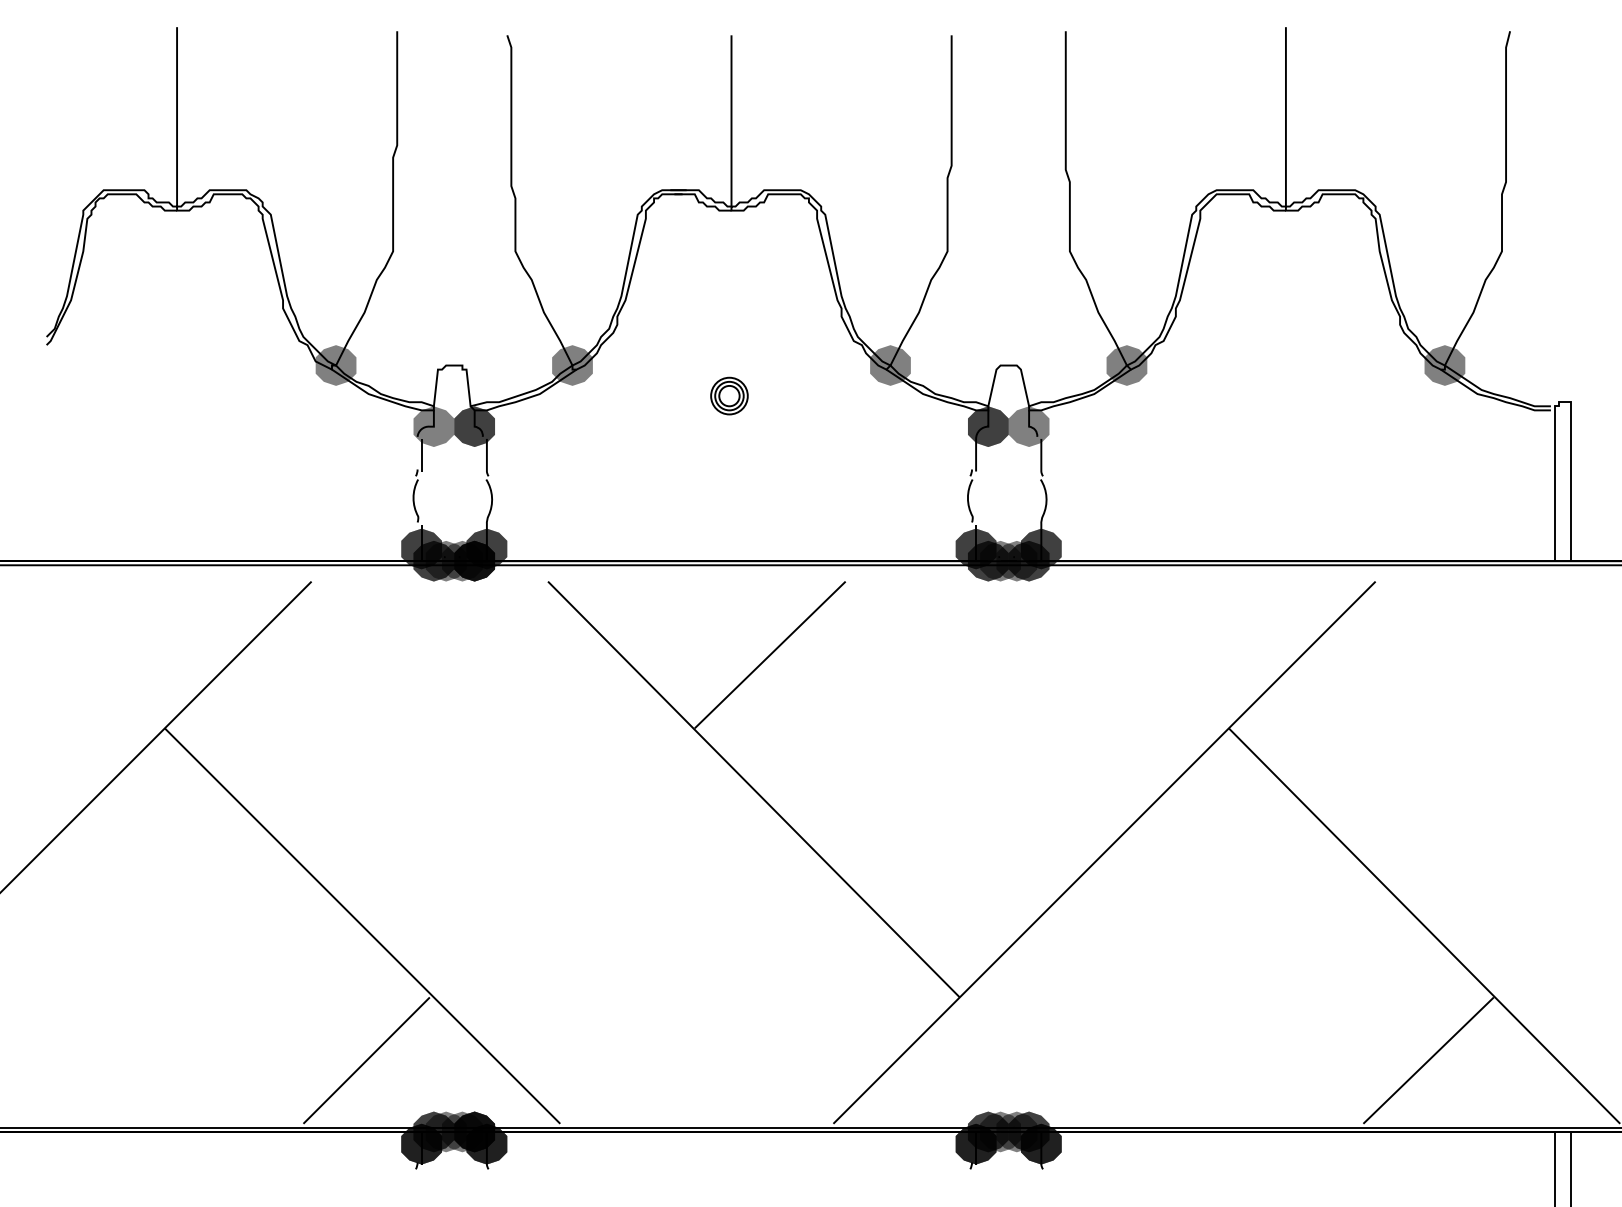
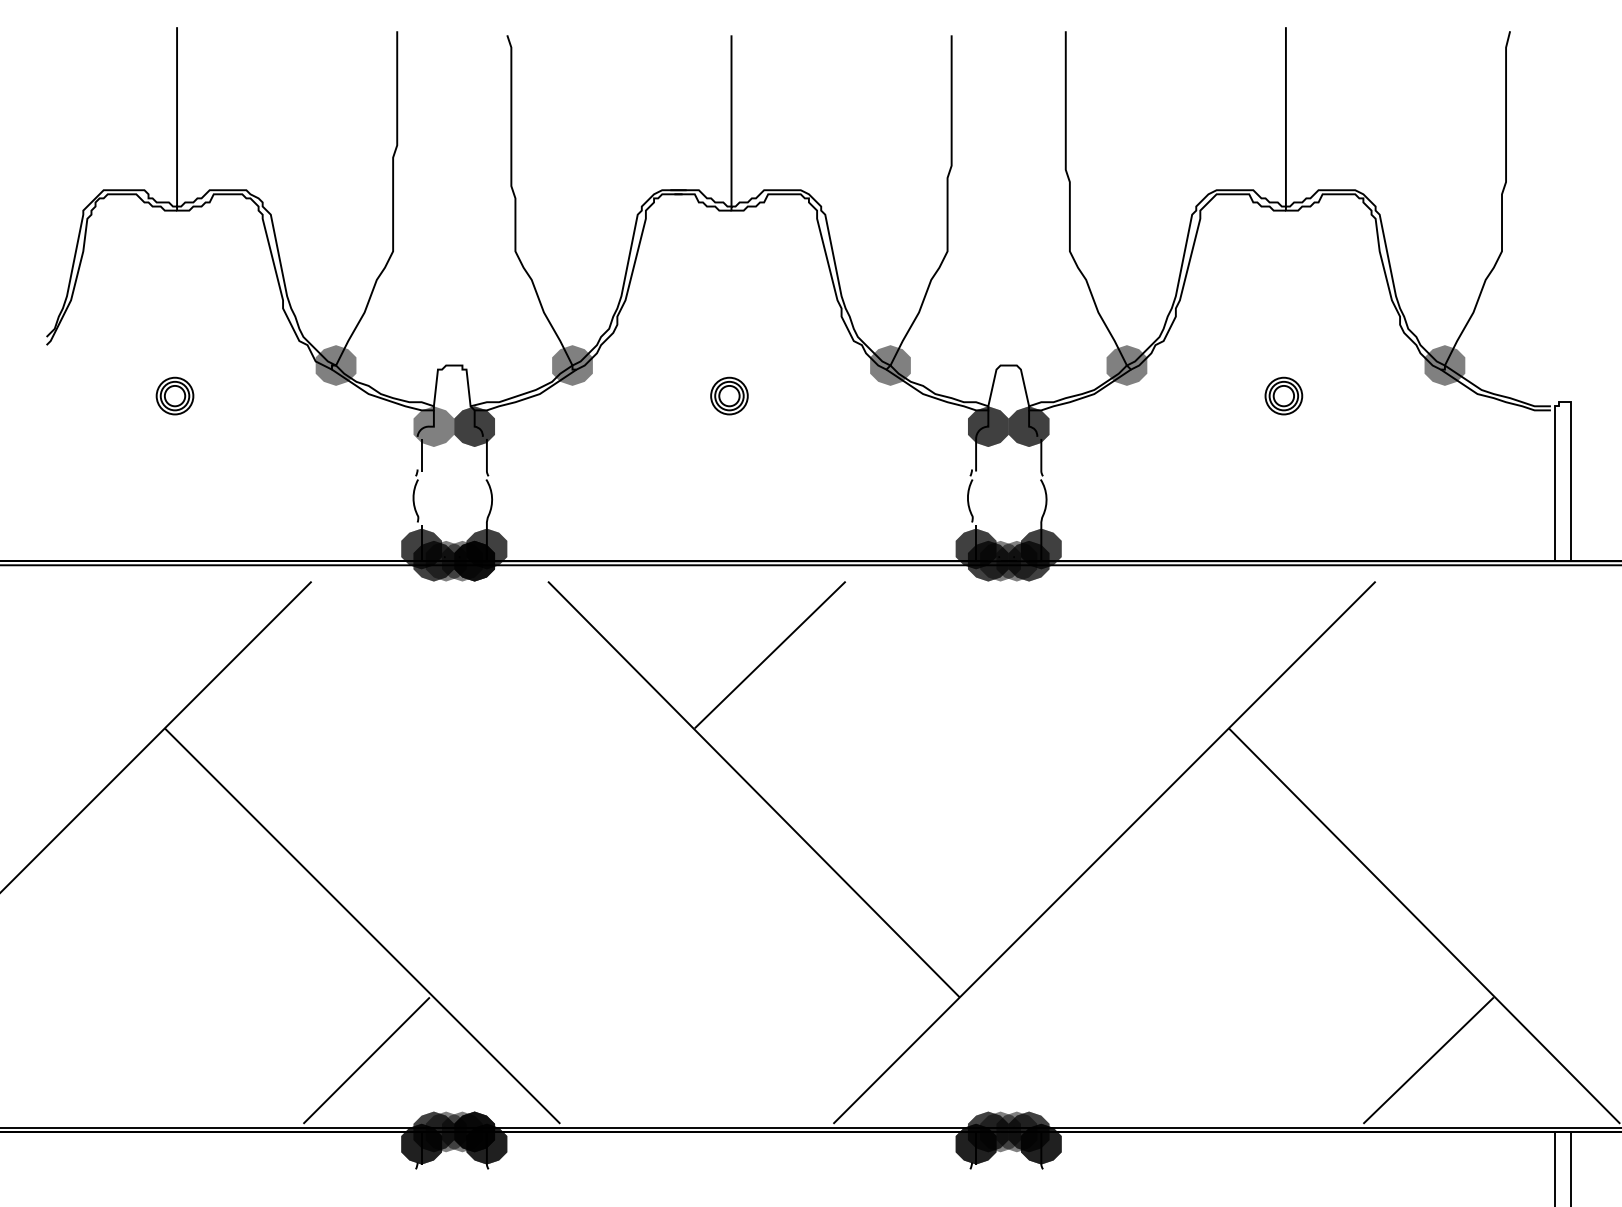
part at (174, 395): none -> present
part at (1283, 395): none -> present
fill at (1028, 426): none -> present
